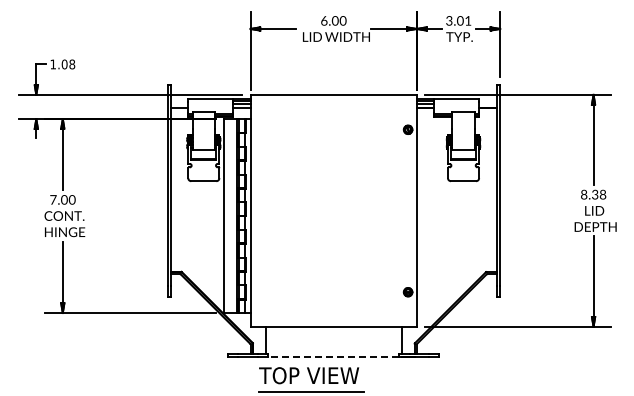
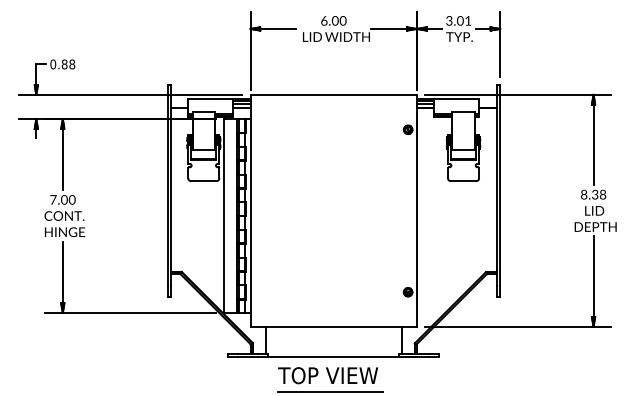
text at (58, 64): 1.08 -> 0.88
line at (333, 356): dashed -> solid
part at (311, 379) position: (311, 379) -> (330, 379)
